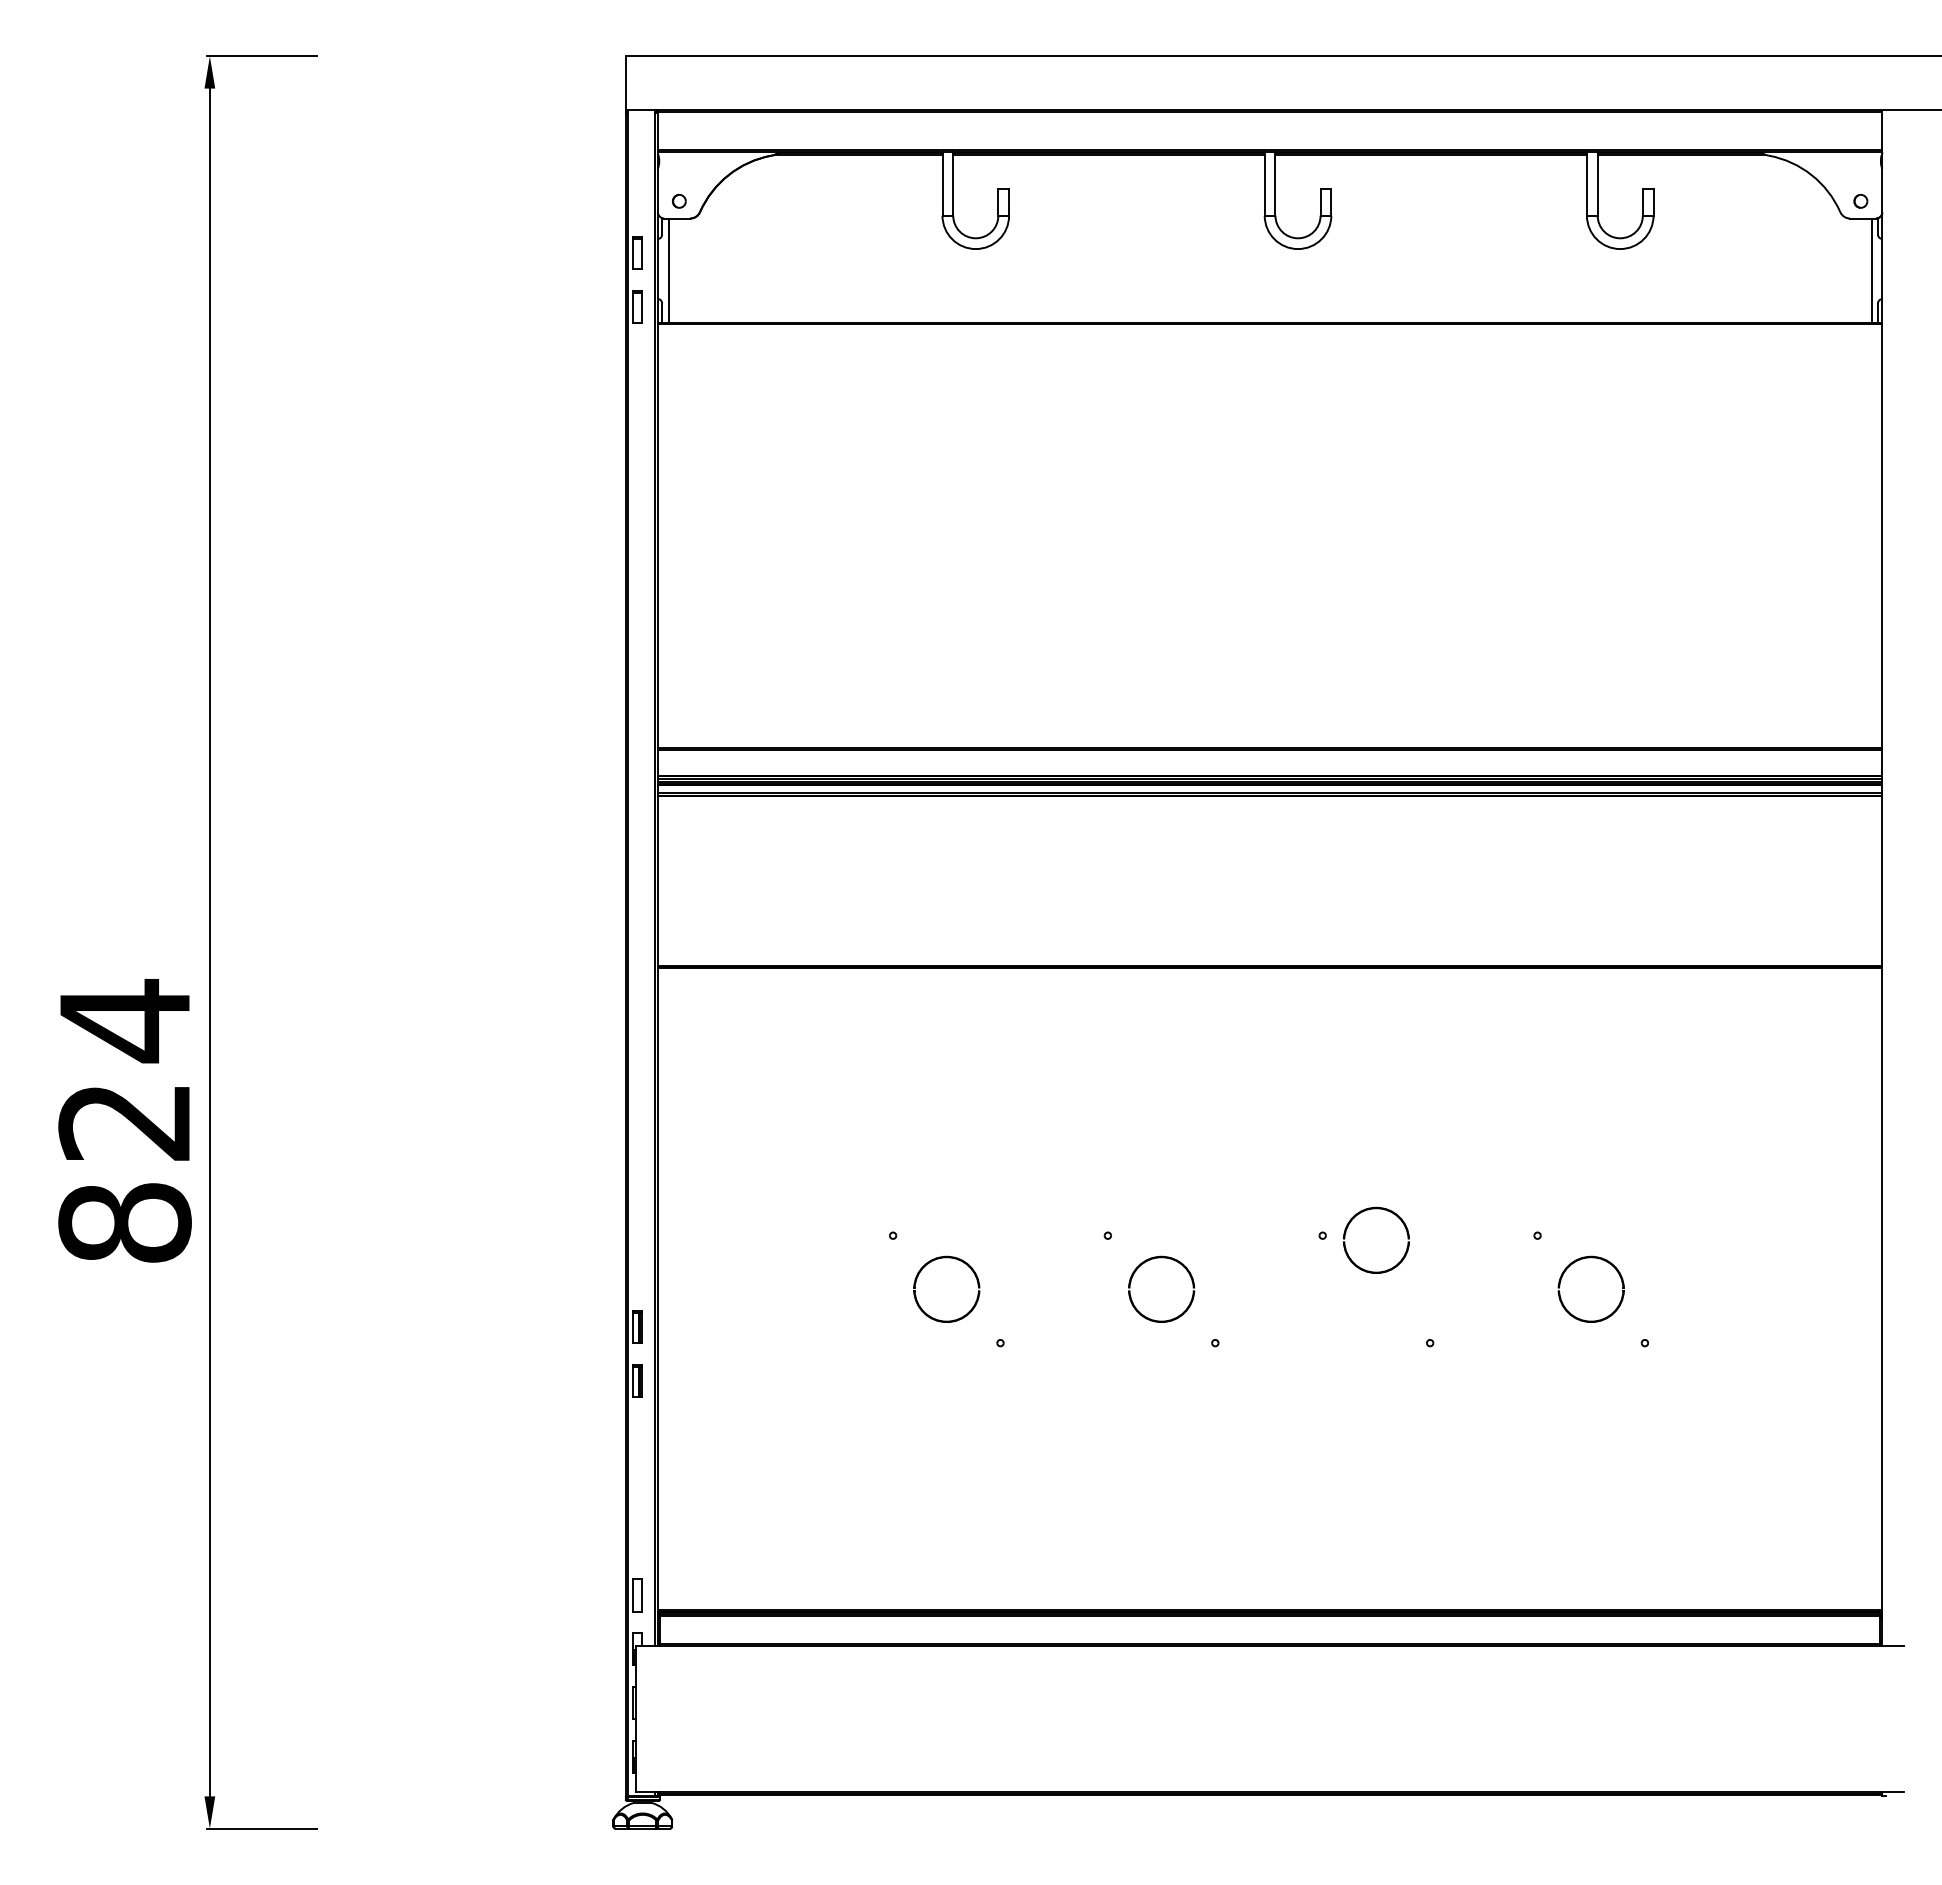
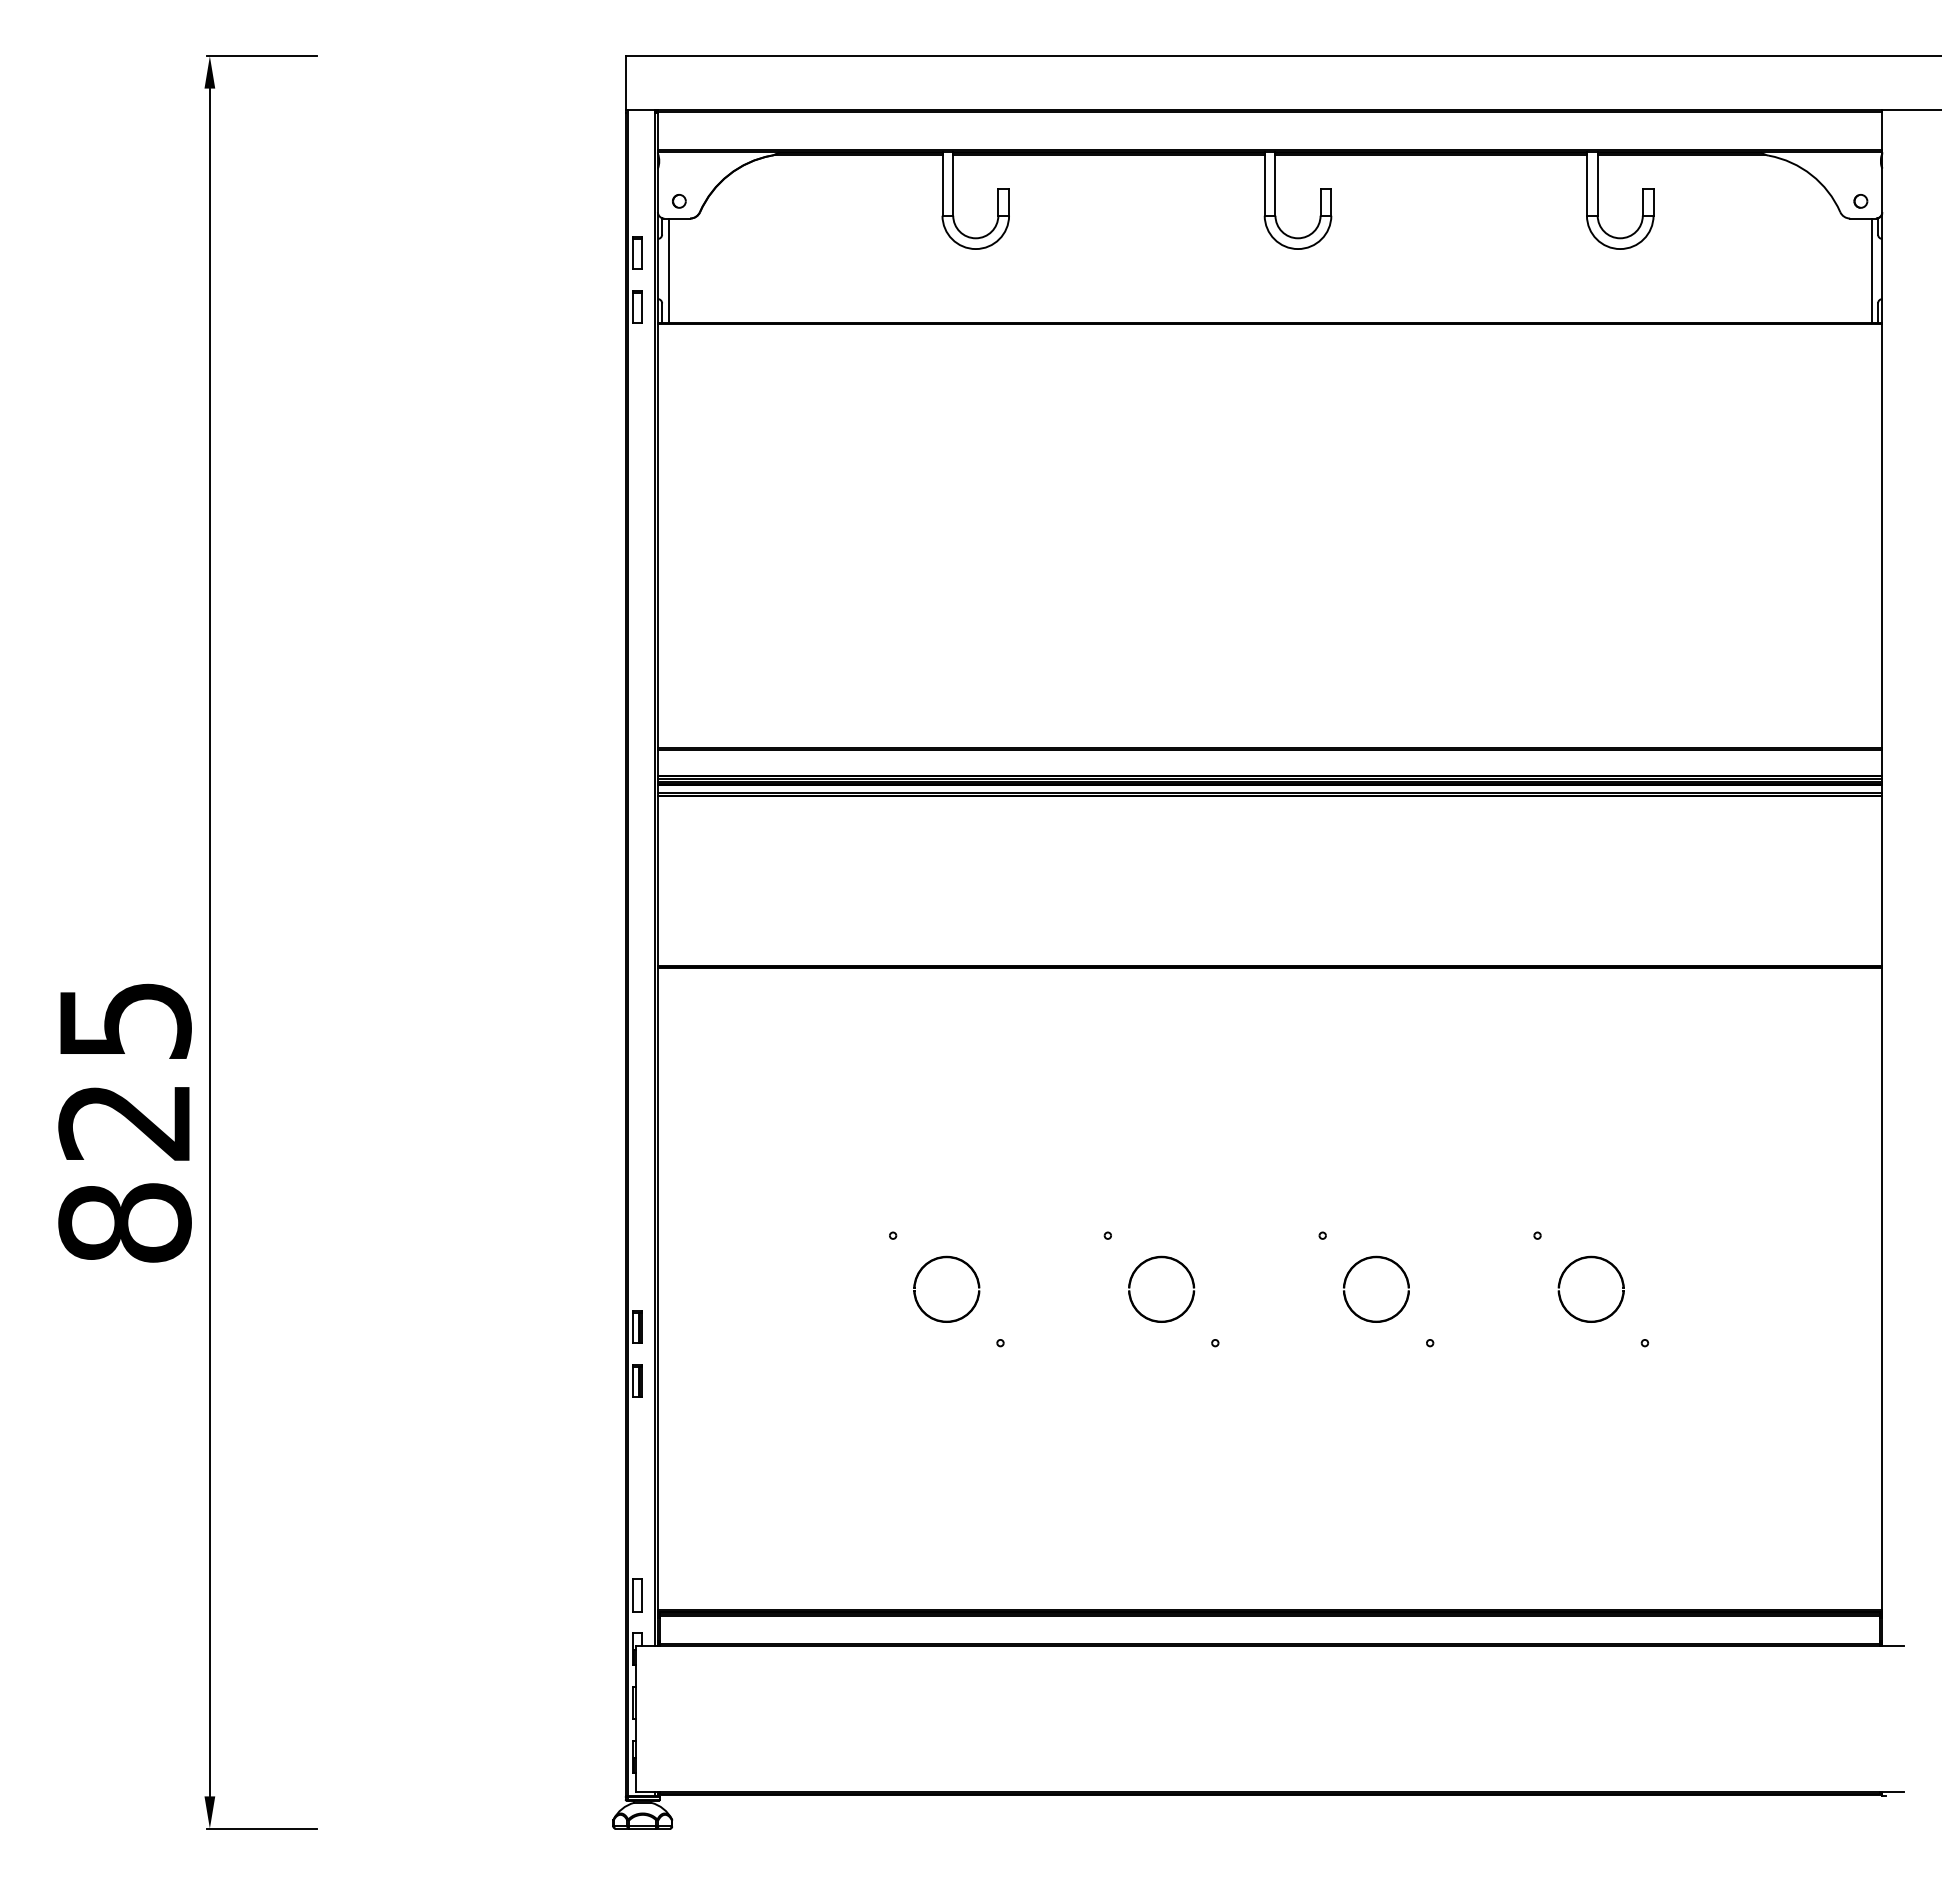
text at (125, 1021): 824 -> 825
part at (1376, 1209) position: (1376, 1209) -> (1376, 1258)
